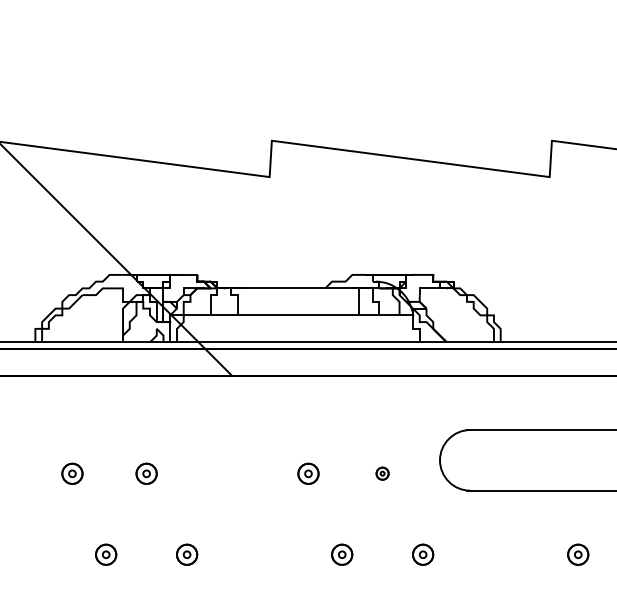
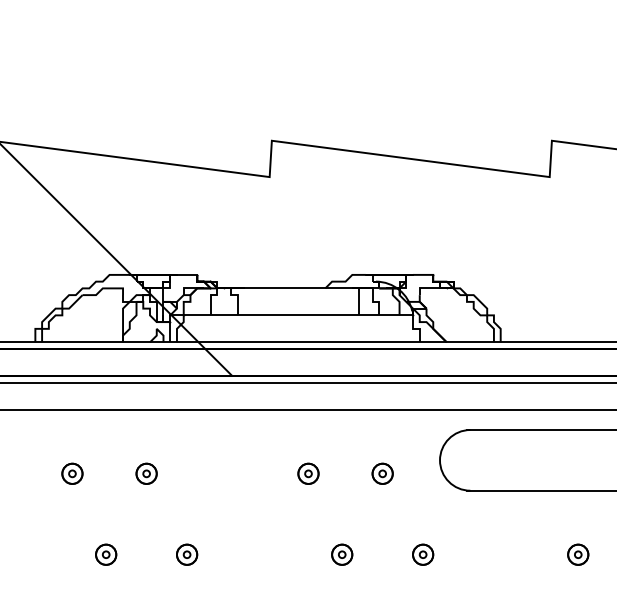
line at (307, 382): none -> present
line at (307, 409): none -> present
part at (382, 473) size: 15x15 px -> 23x23 px
